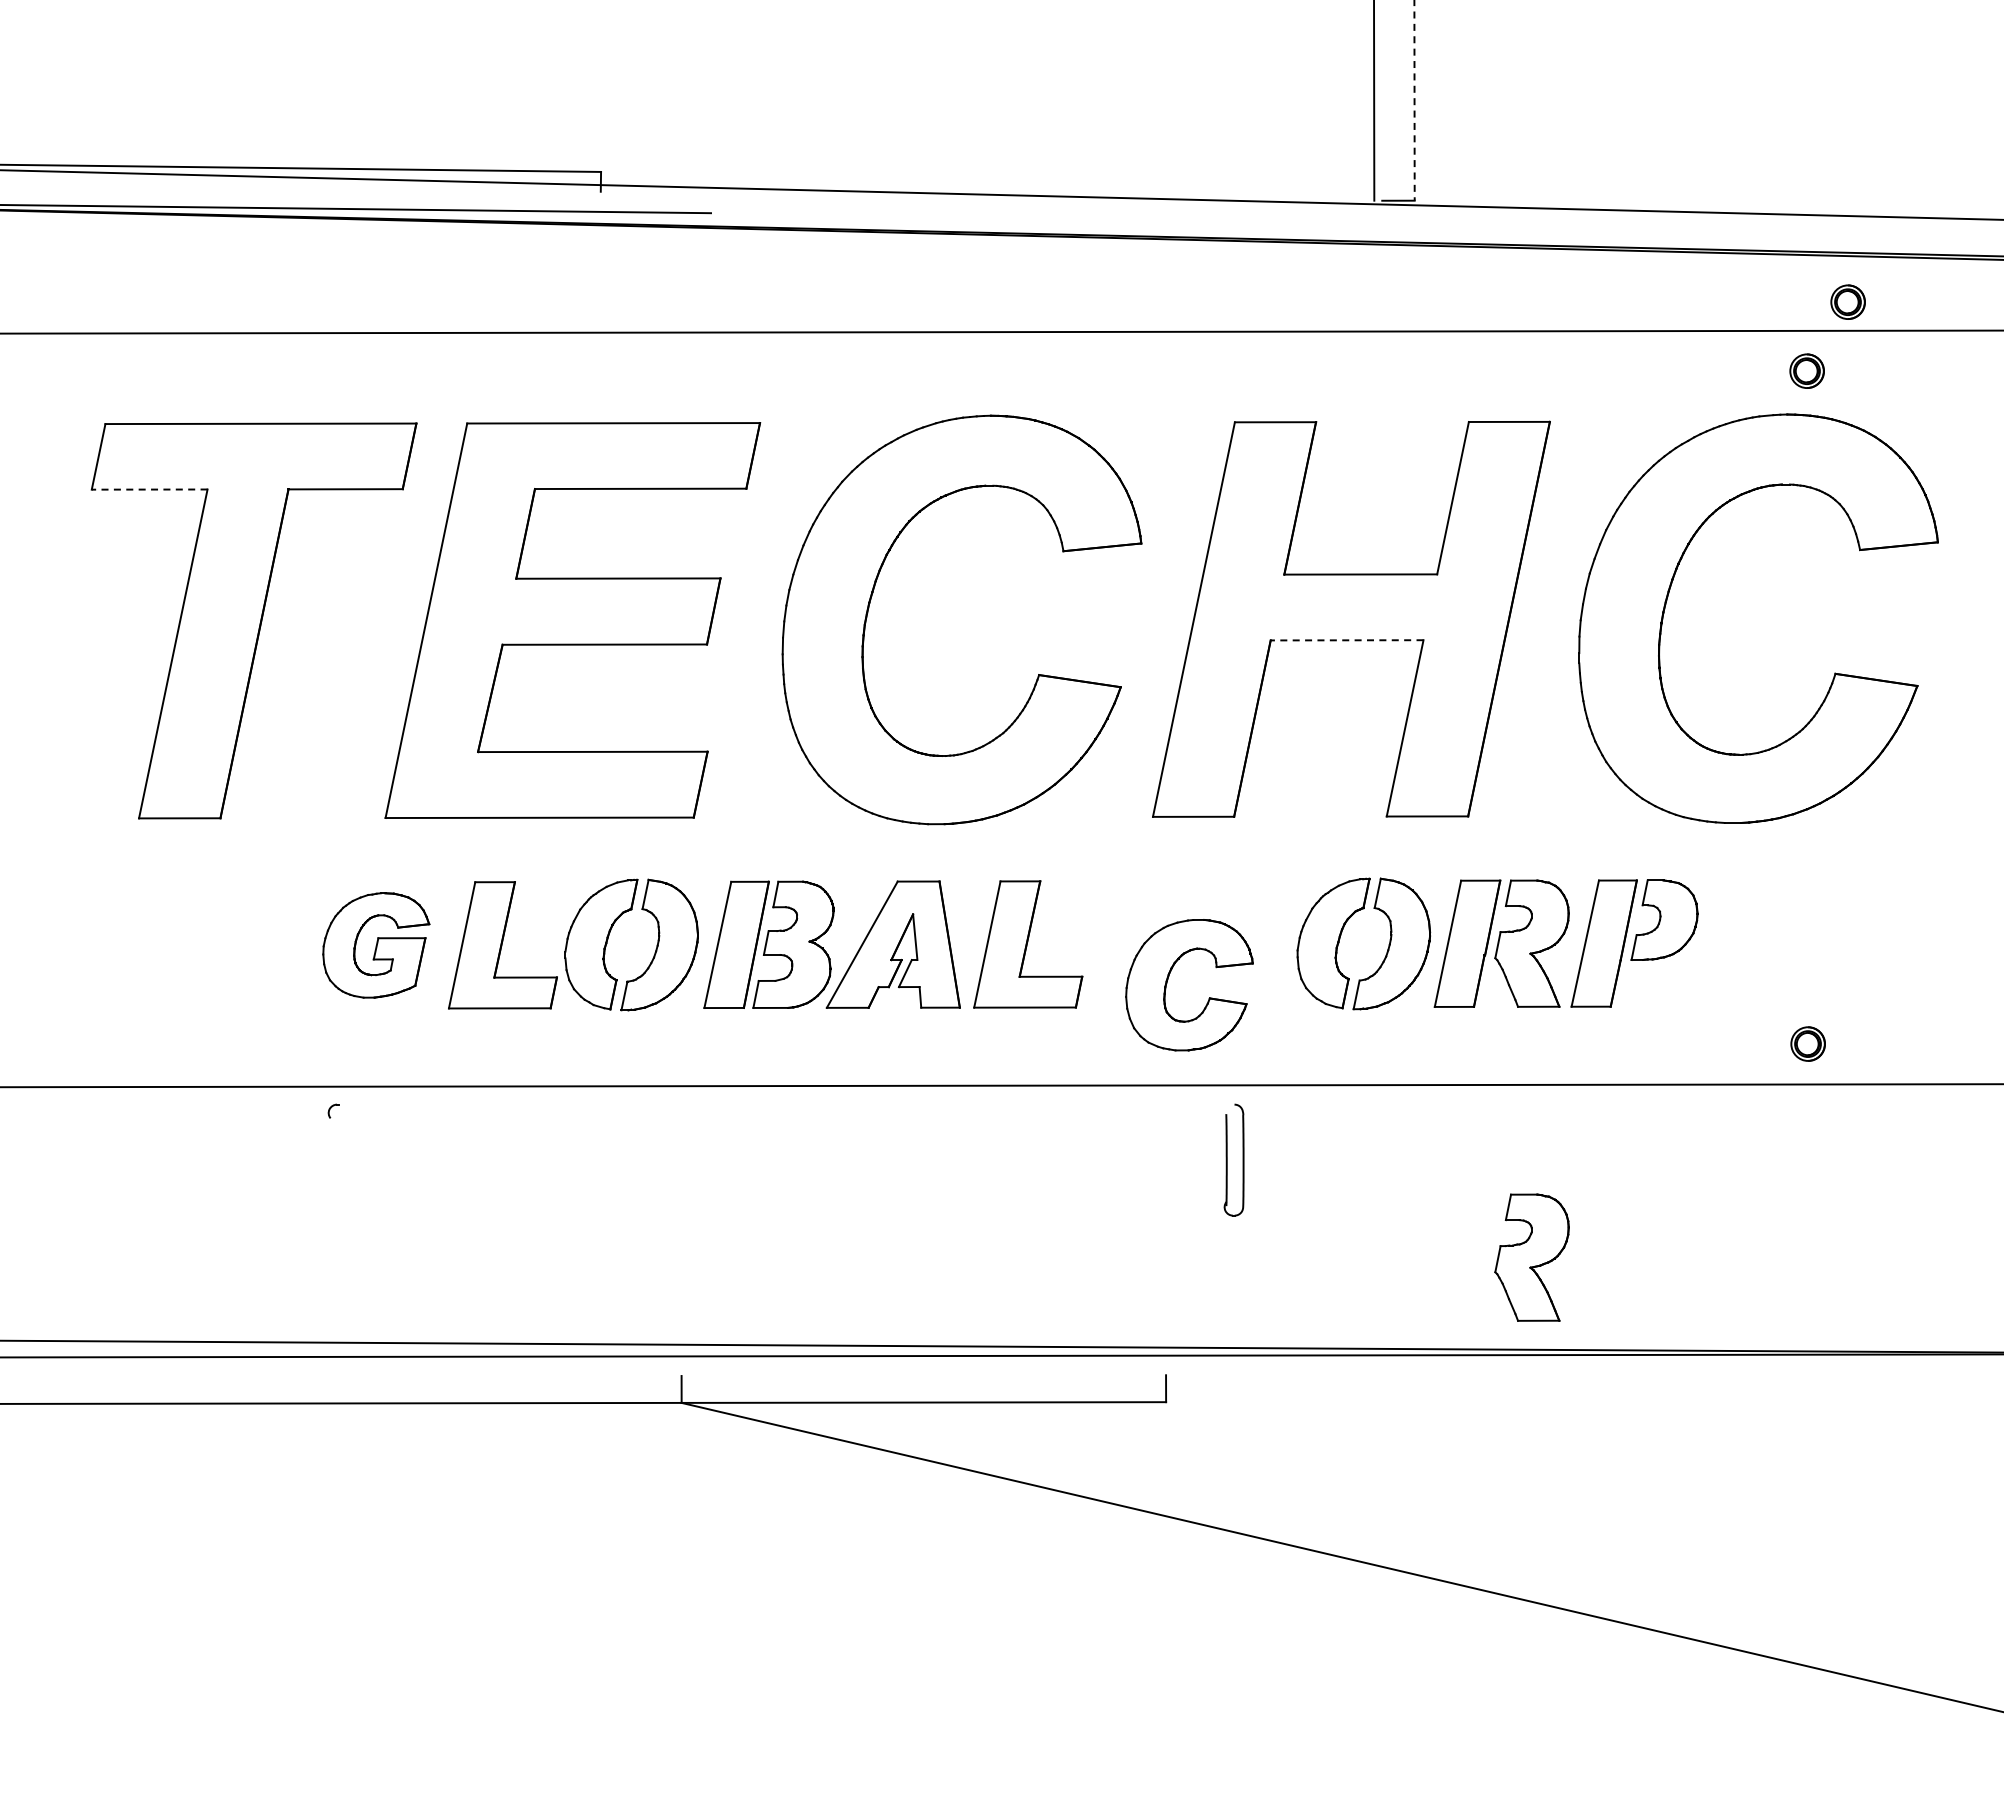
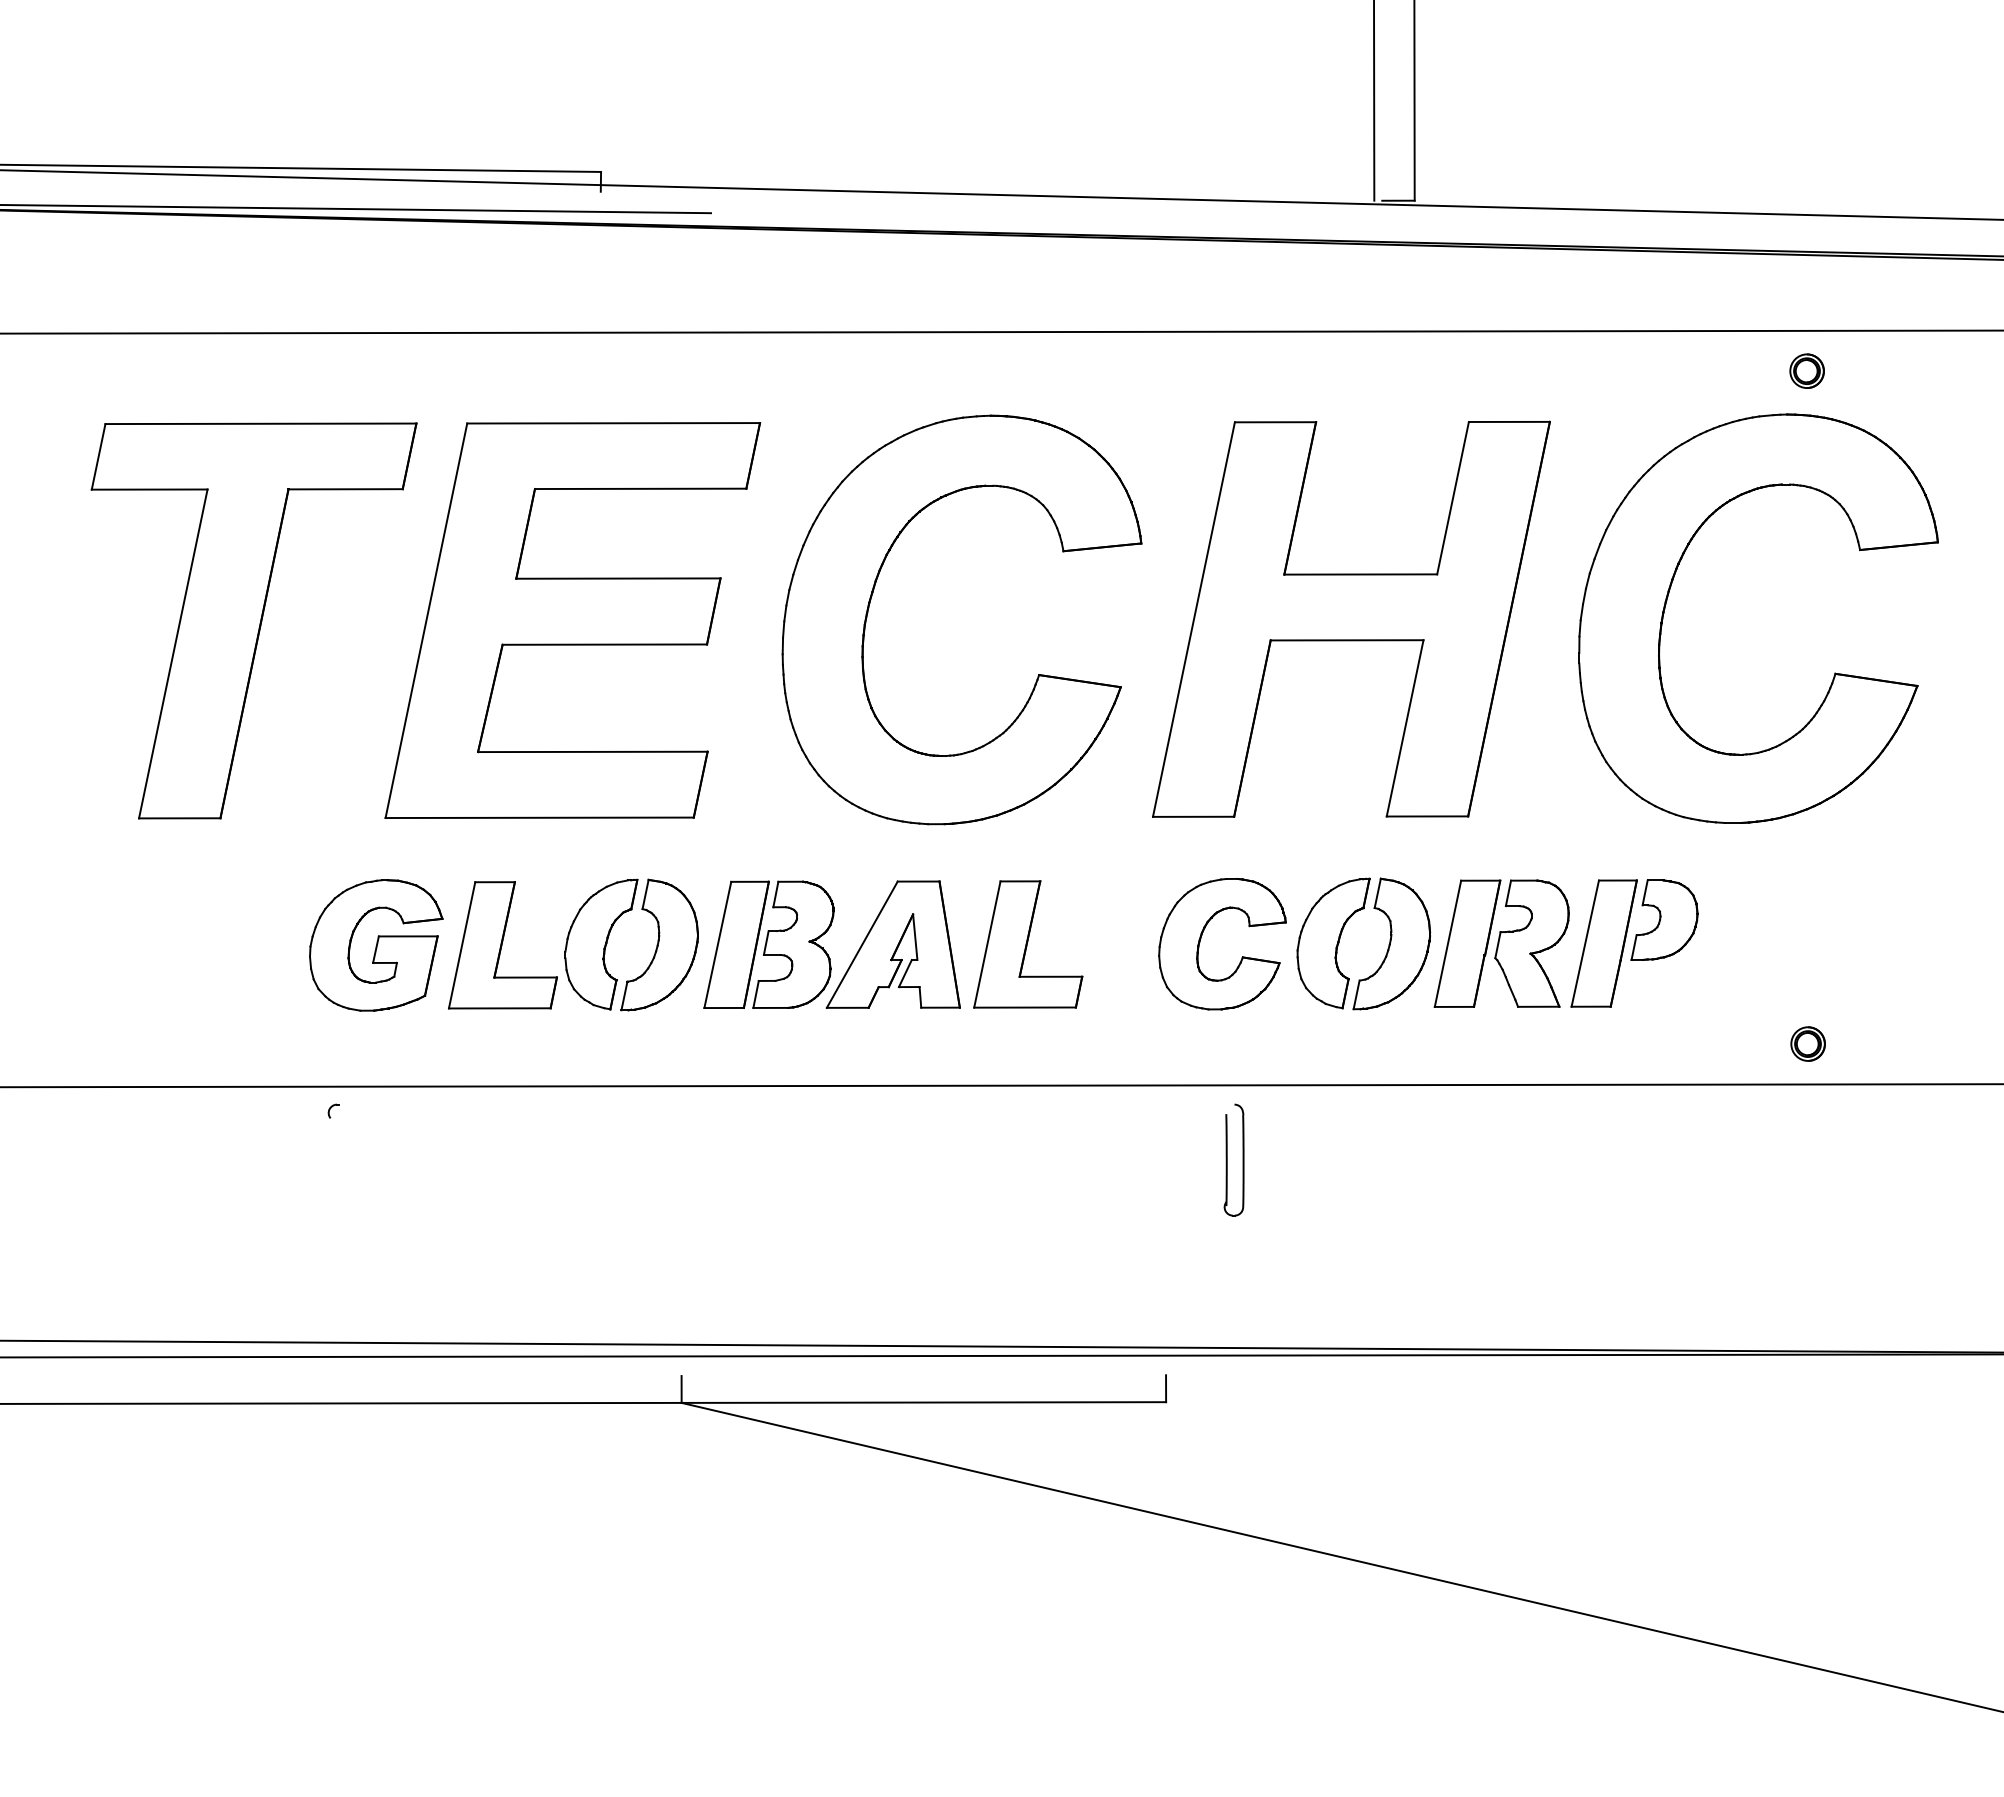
line at (1414, 100): dashed -> solid
part at (1847, 301): present -> none
line at (149, 489): dashed -> solid
line at (1346, 640): dashed -> solid
part at (376, 945) size: 109x107 px -> 135x133 px
part at (1168, 979) position: (1168, 979) -> (1201, 938)
part at (1531, 1257): present -> none
